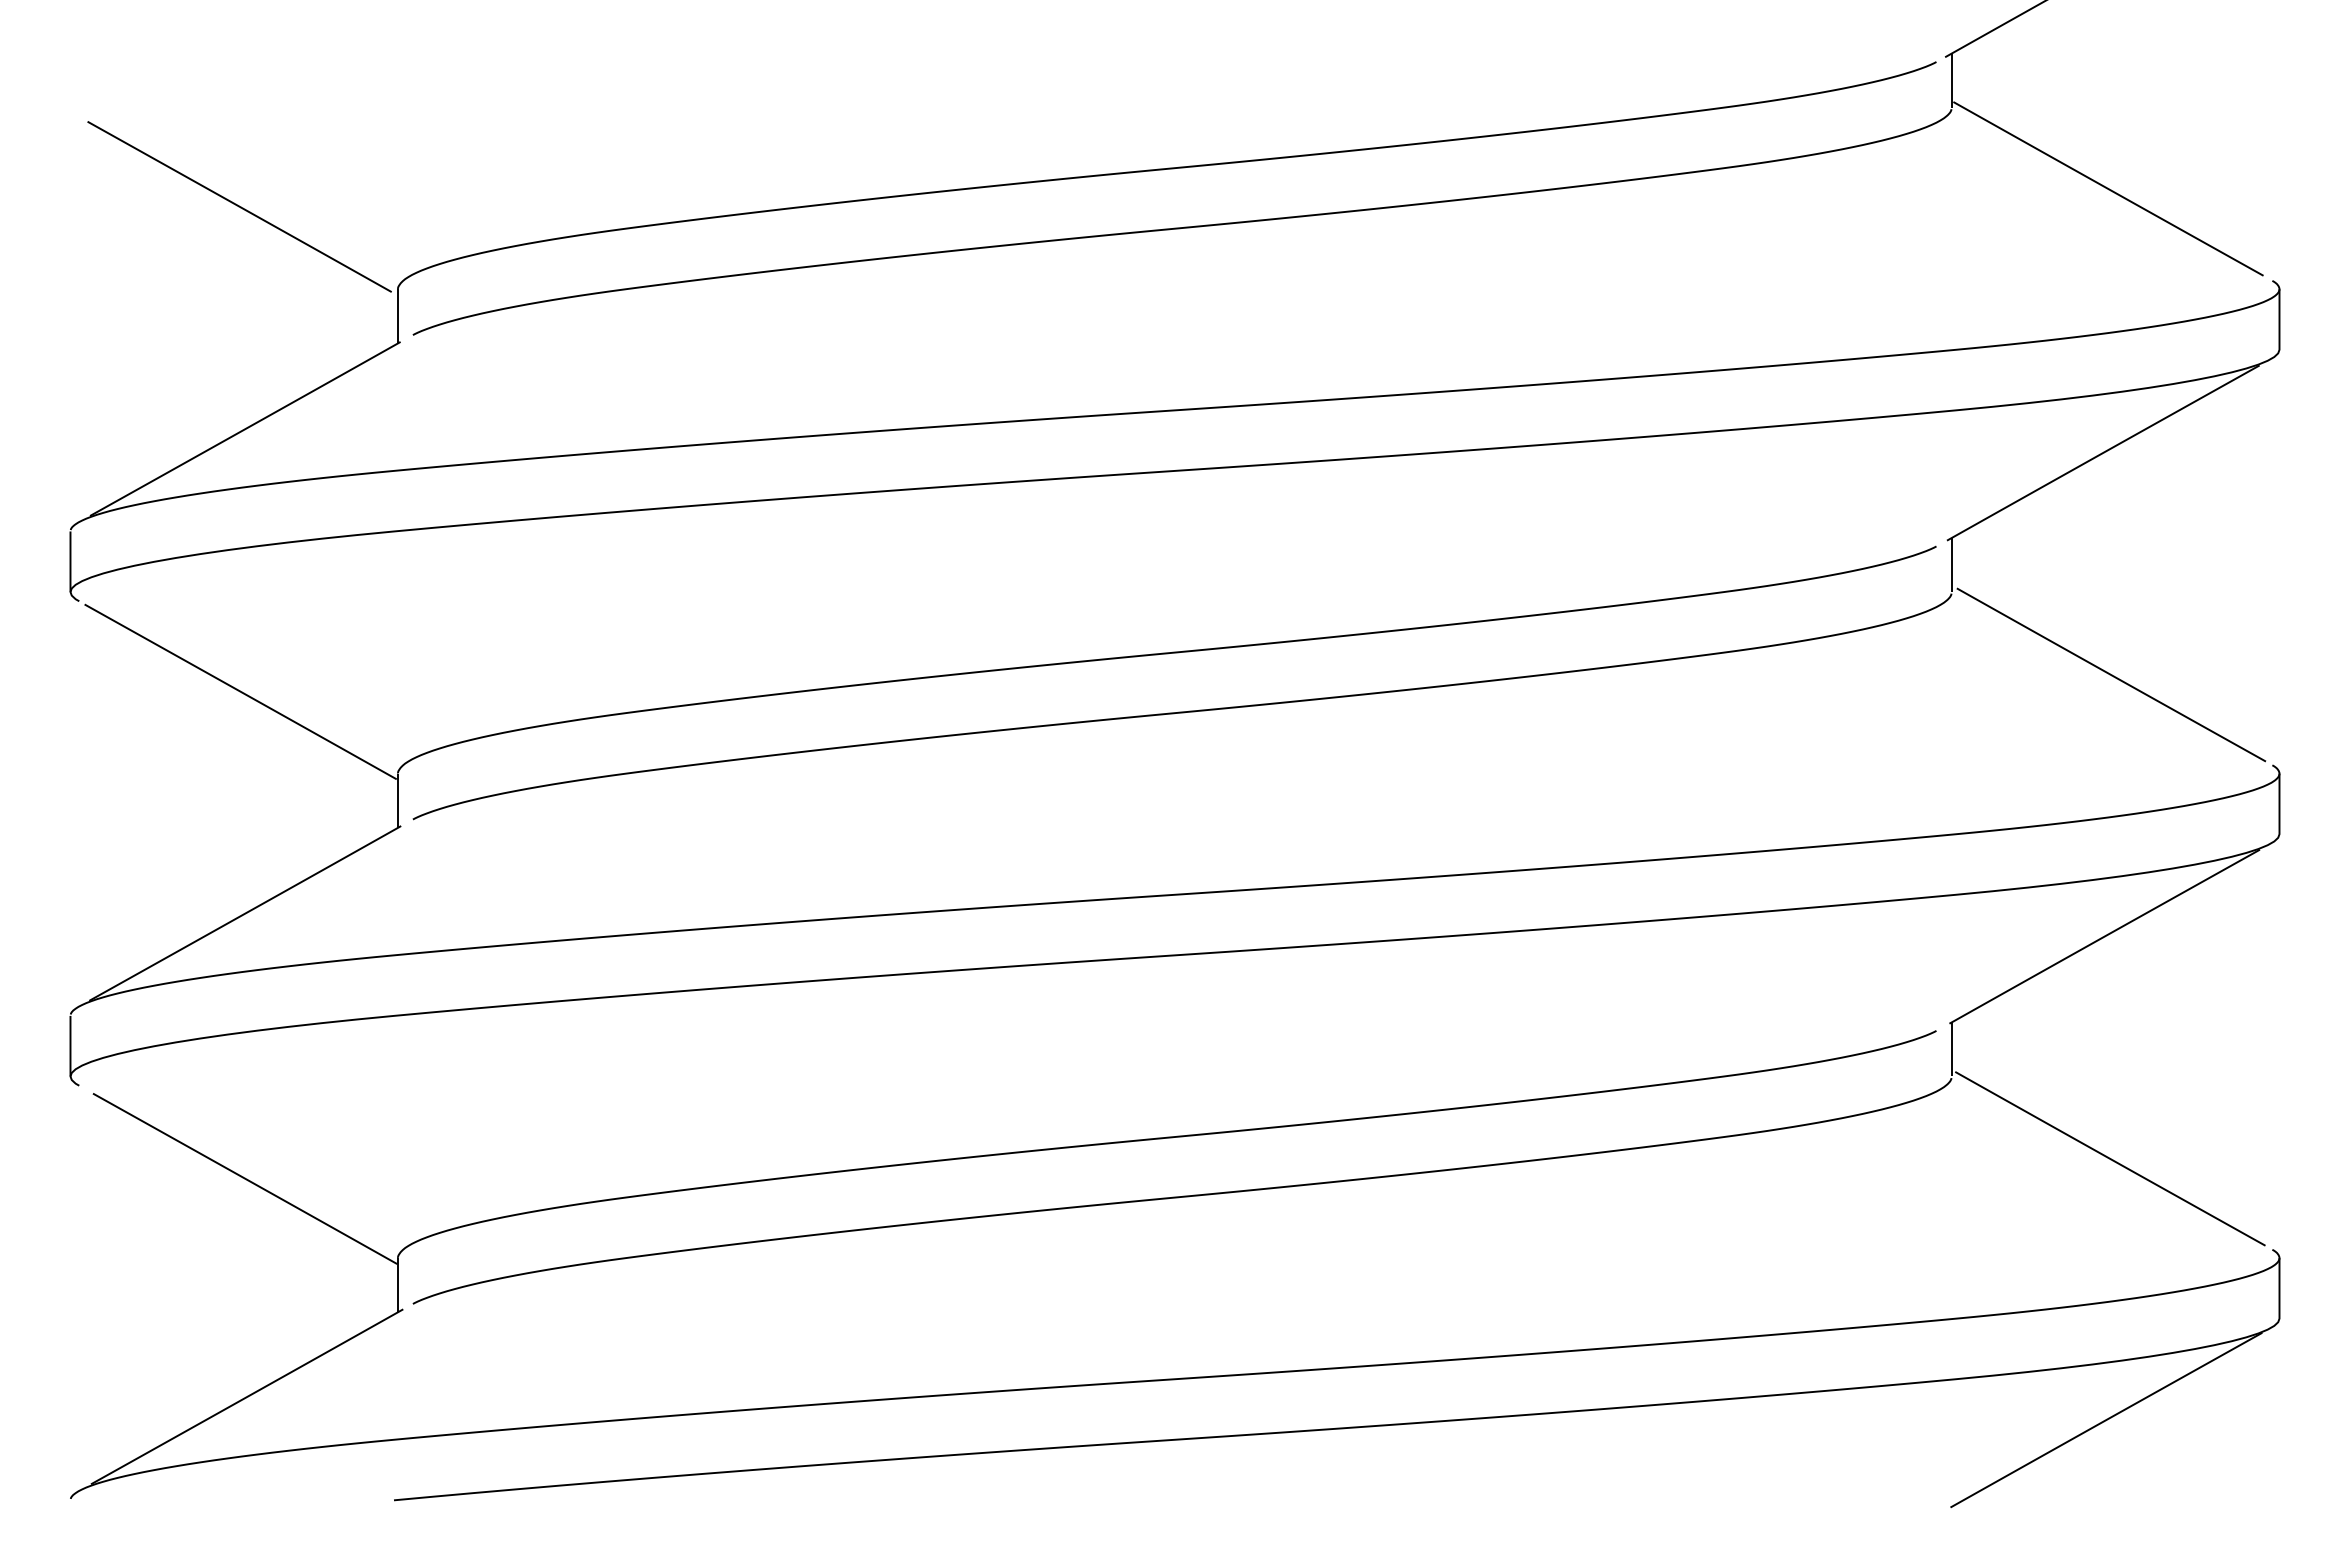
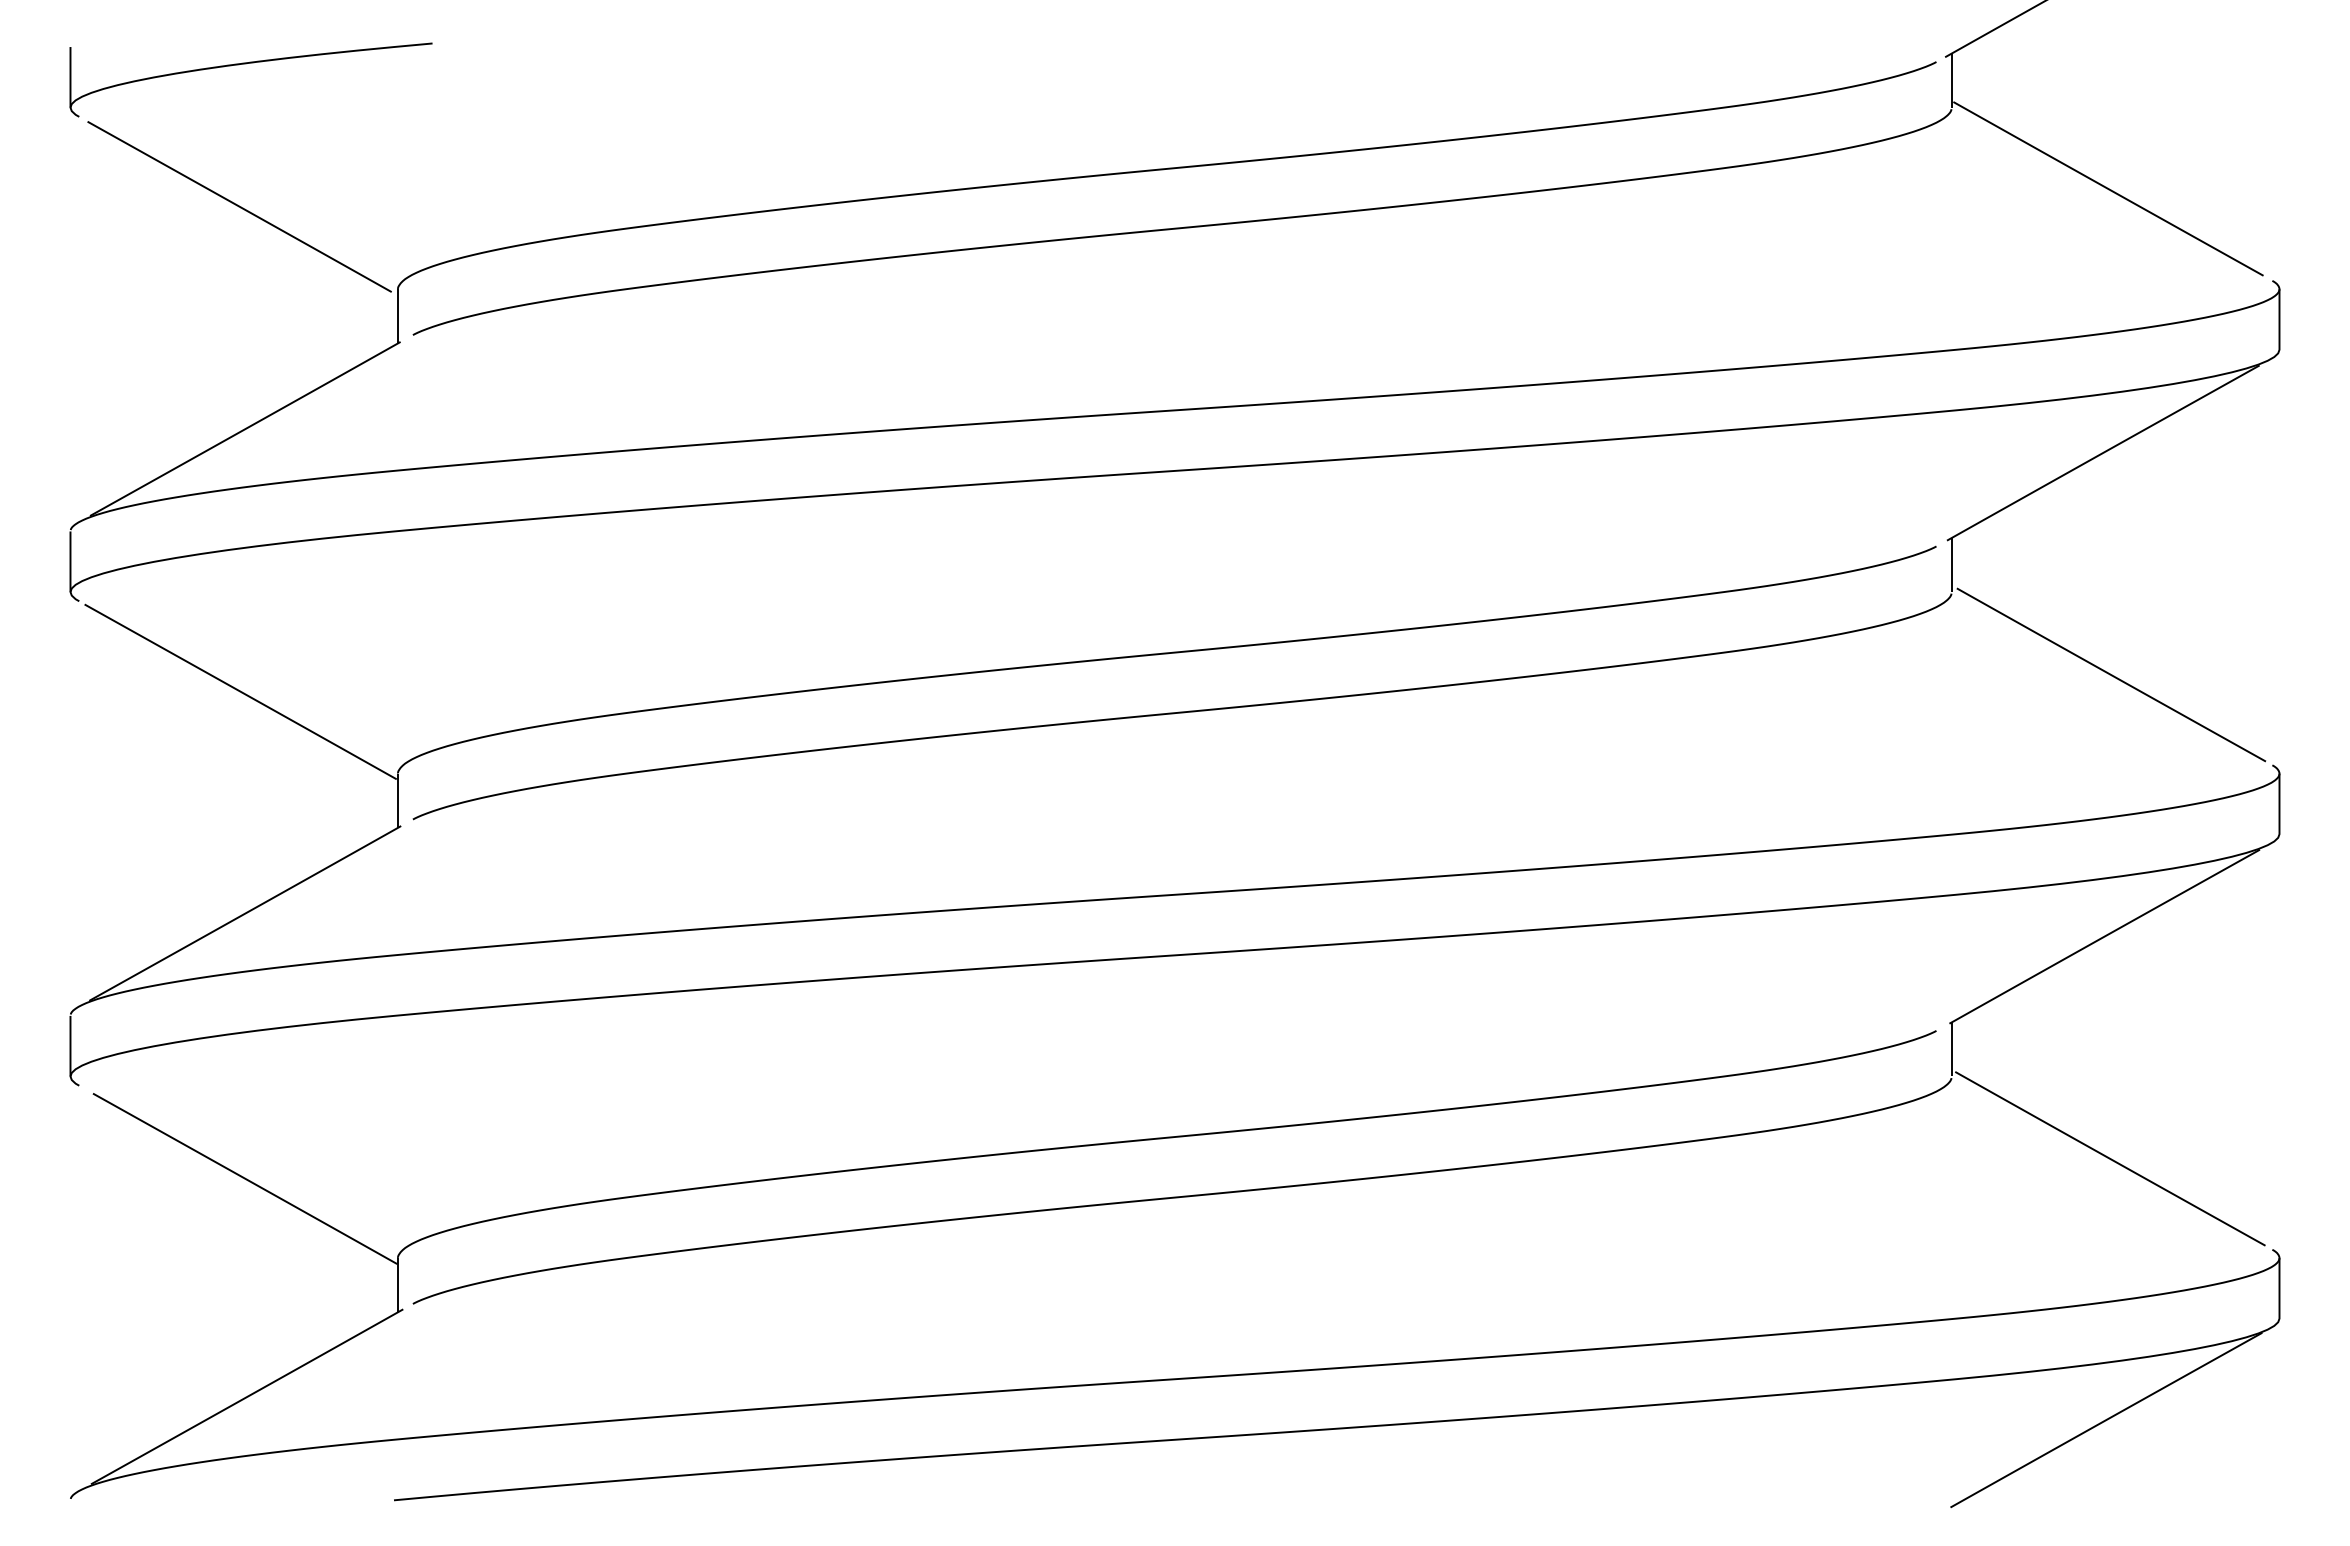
part at (246, 64): none -> present
